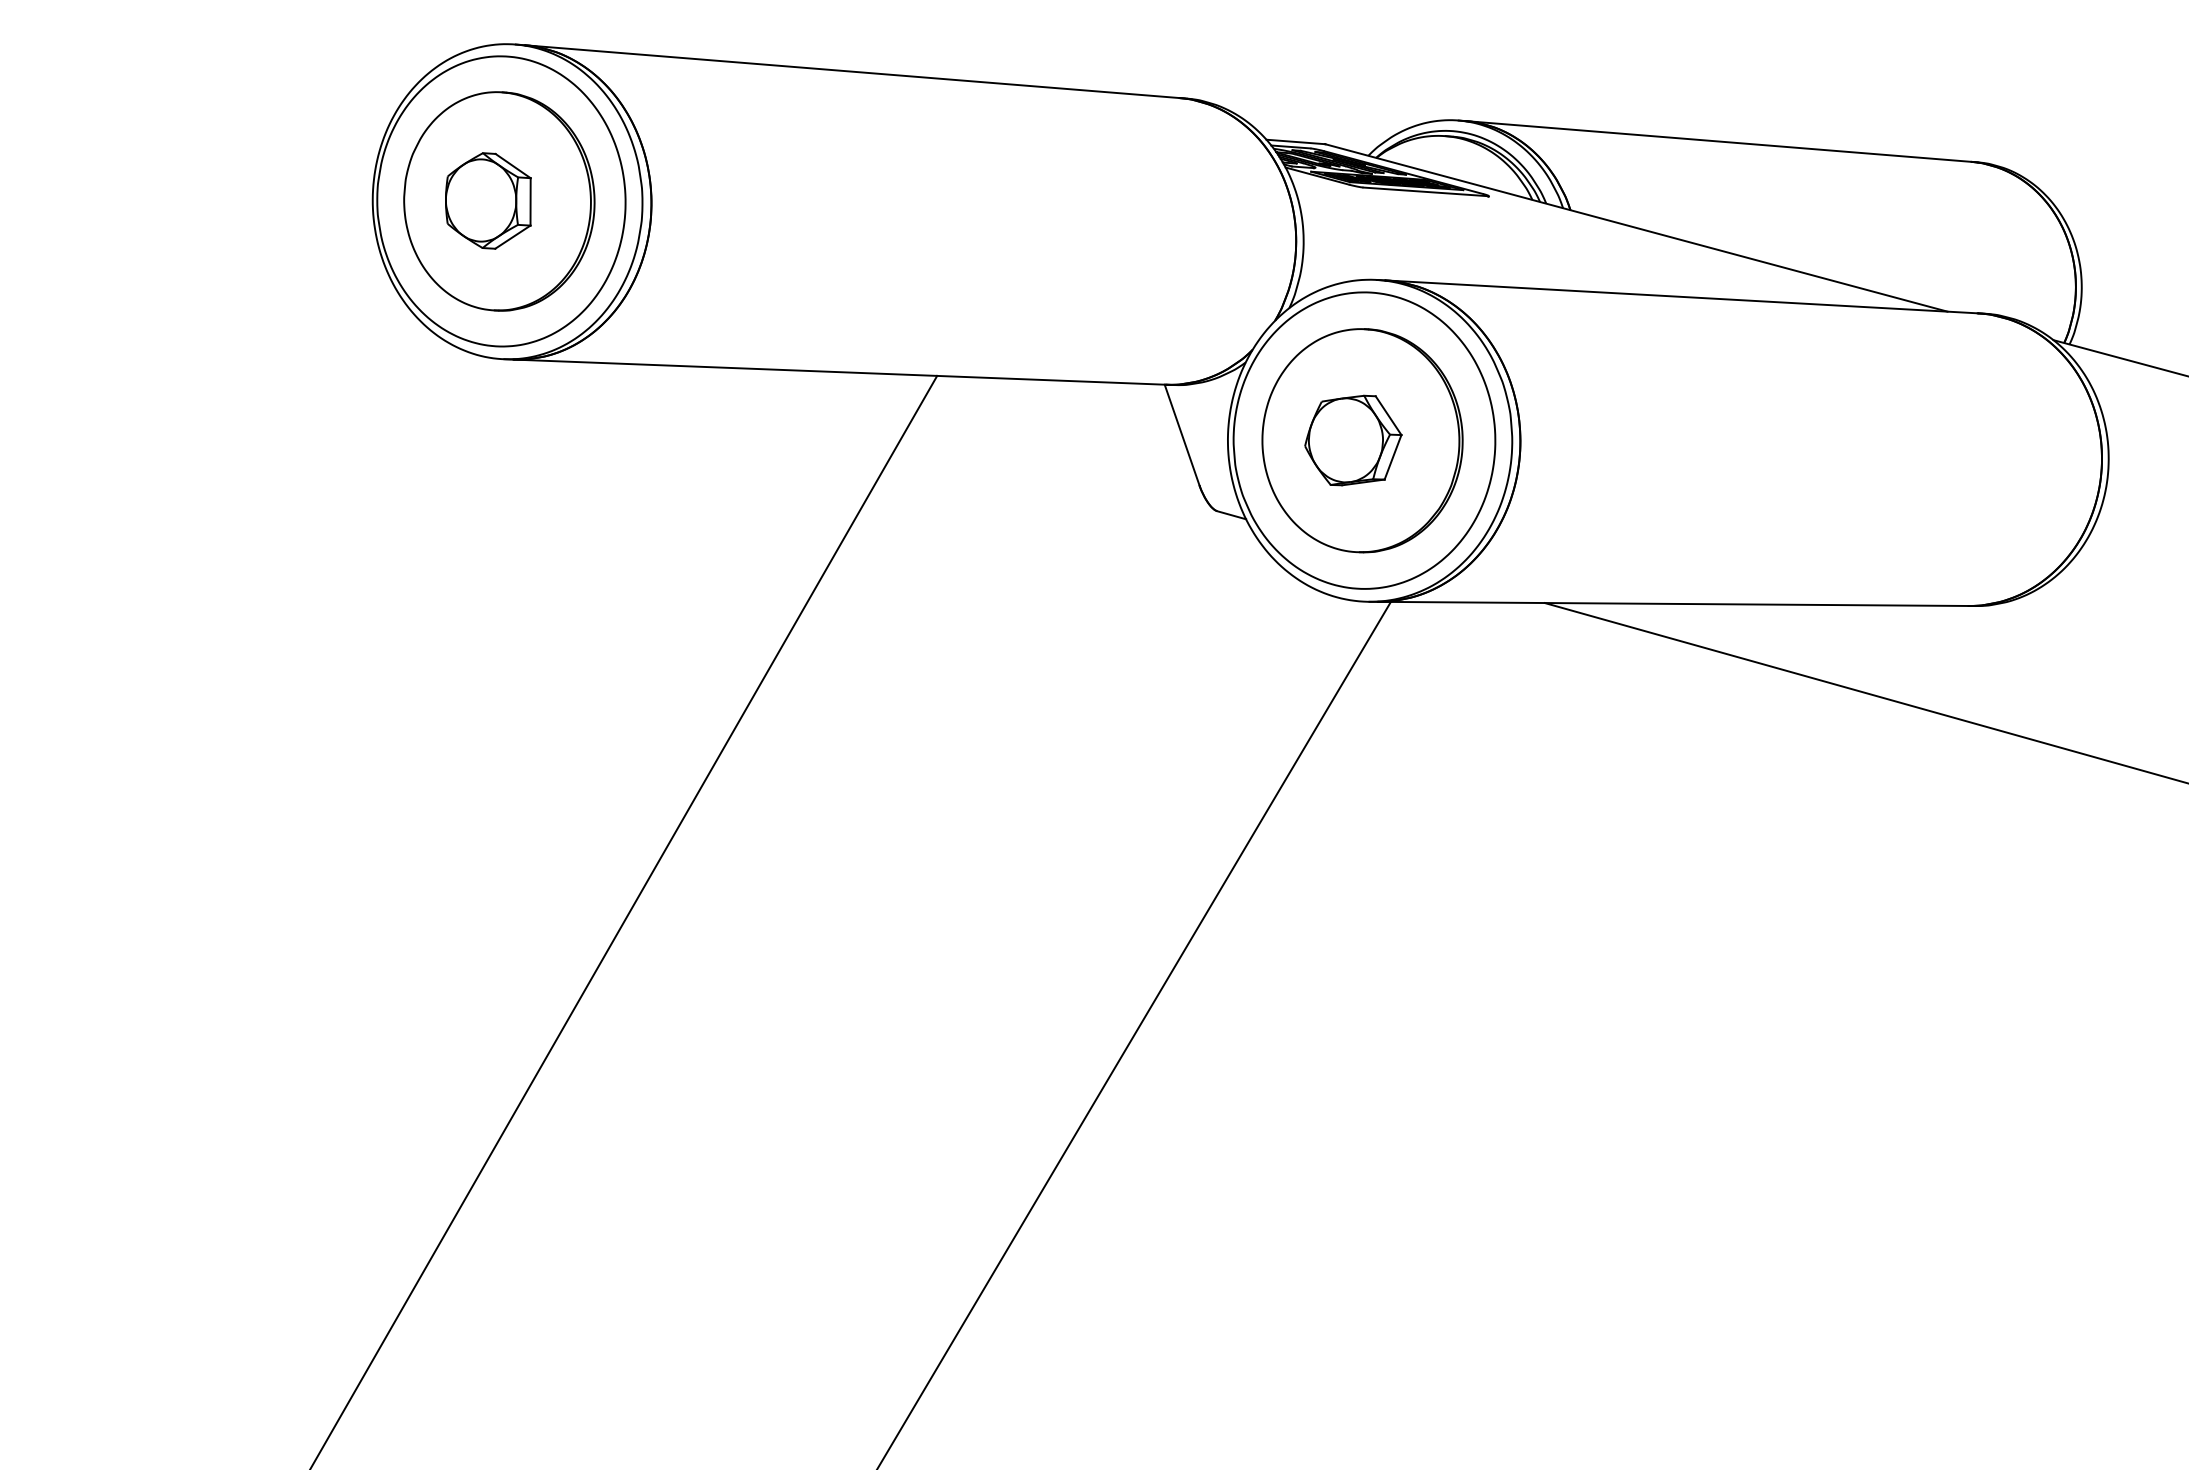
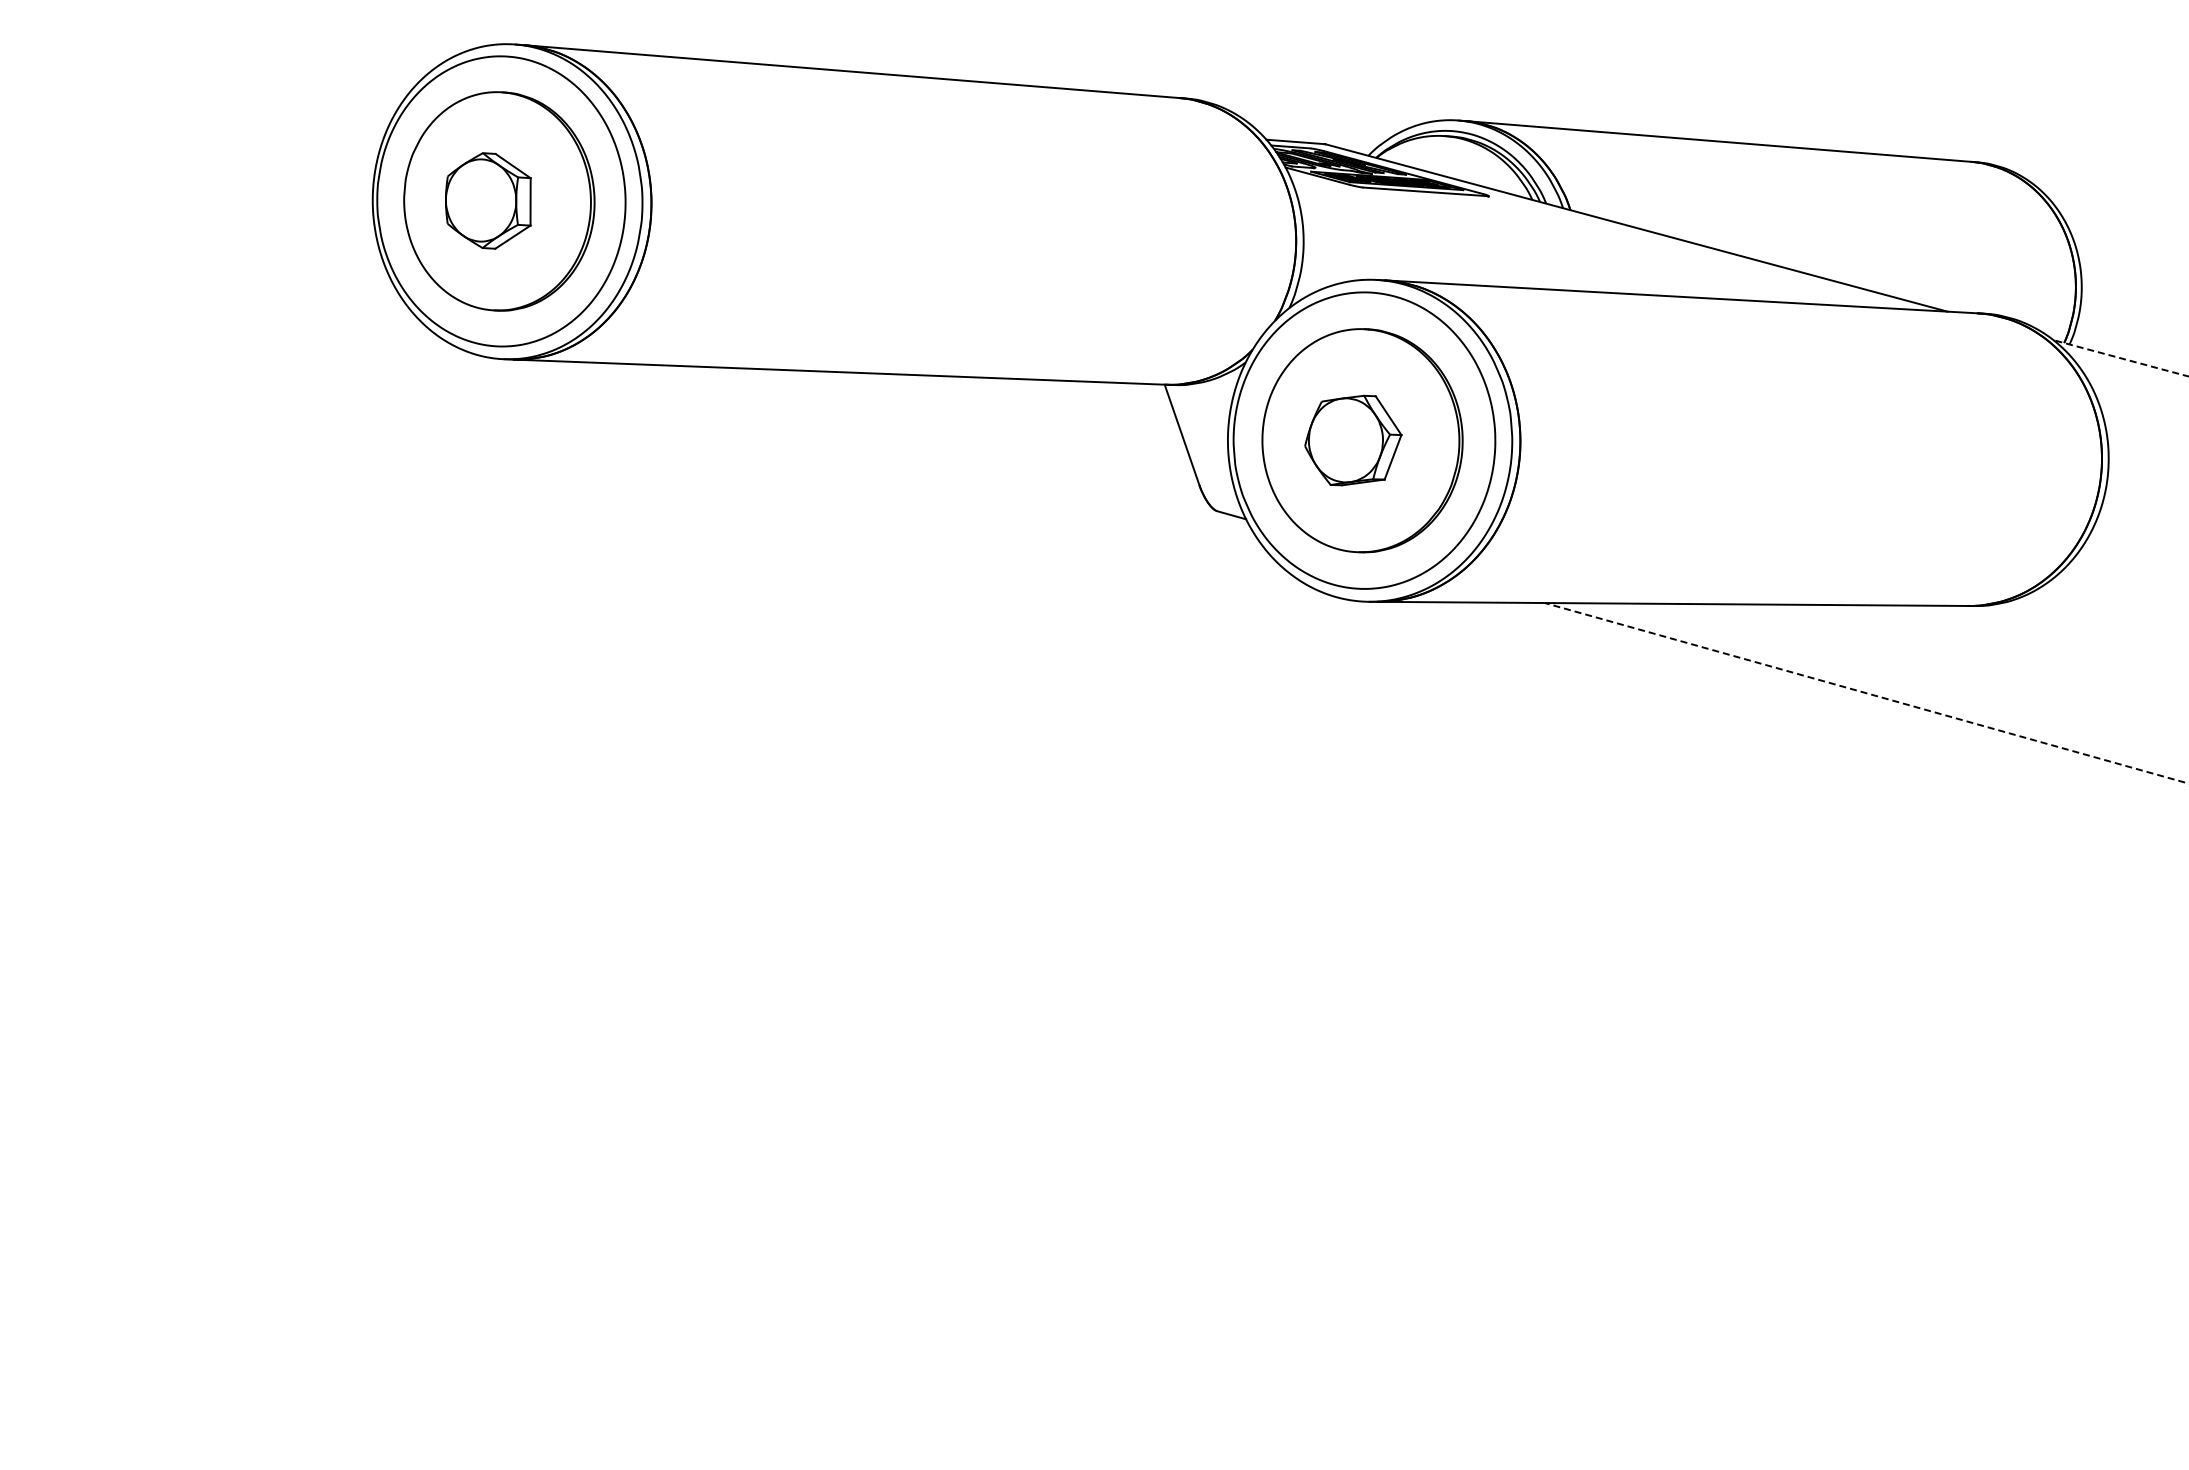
line at (2121, 358): solid -> dashed
line at (1866, 693): solid -> dashed
line at (624, 920): present -> none
line at (1134, 1033): present -> none
